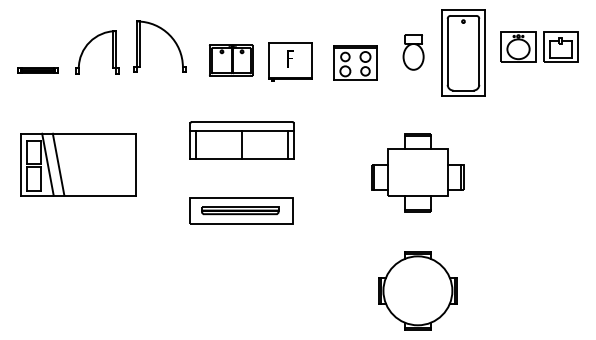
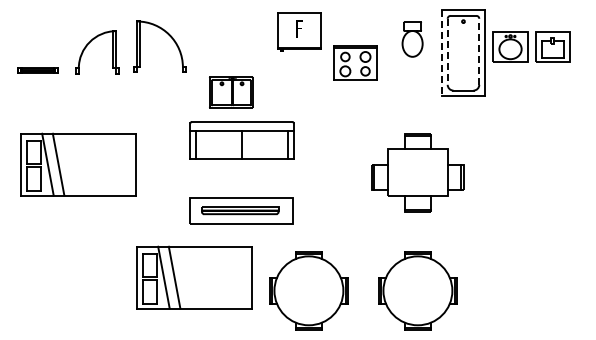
part at (539, 46) position: (539, 46) -> (531, 46)
line at (479, 51): solid -> dashed
part at (413, 52) position: (413, 52) -> (412, 39)
line at (447, 52): solid -> dashed
line at (441, 53): solid -> dashed
part at (231, 60) position: (231, 60) -> (231, 92)
part at (290, 61) position: (290, 61) -> (299, 31)
part at (194, 277): none -> present
part at (308, 290): none -> present
